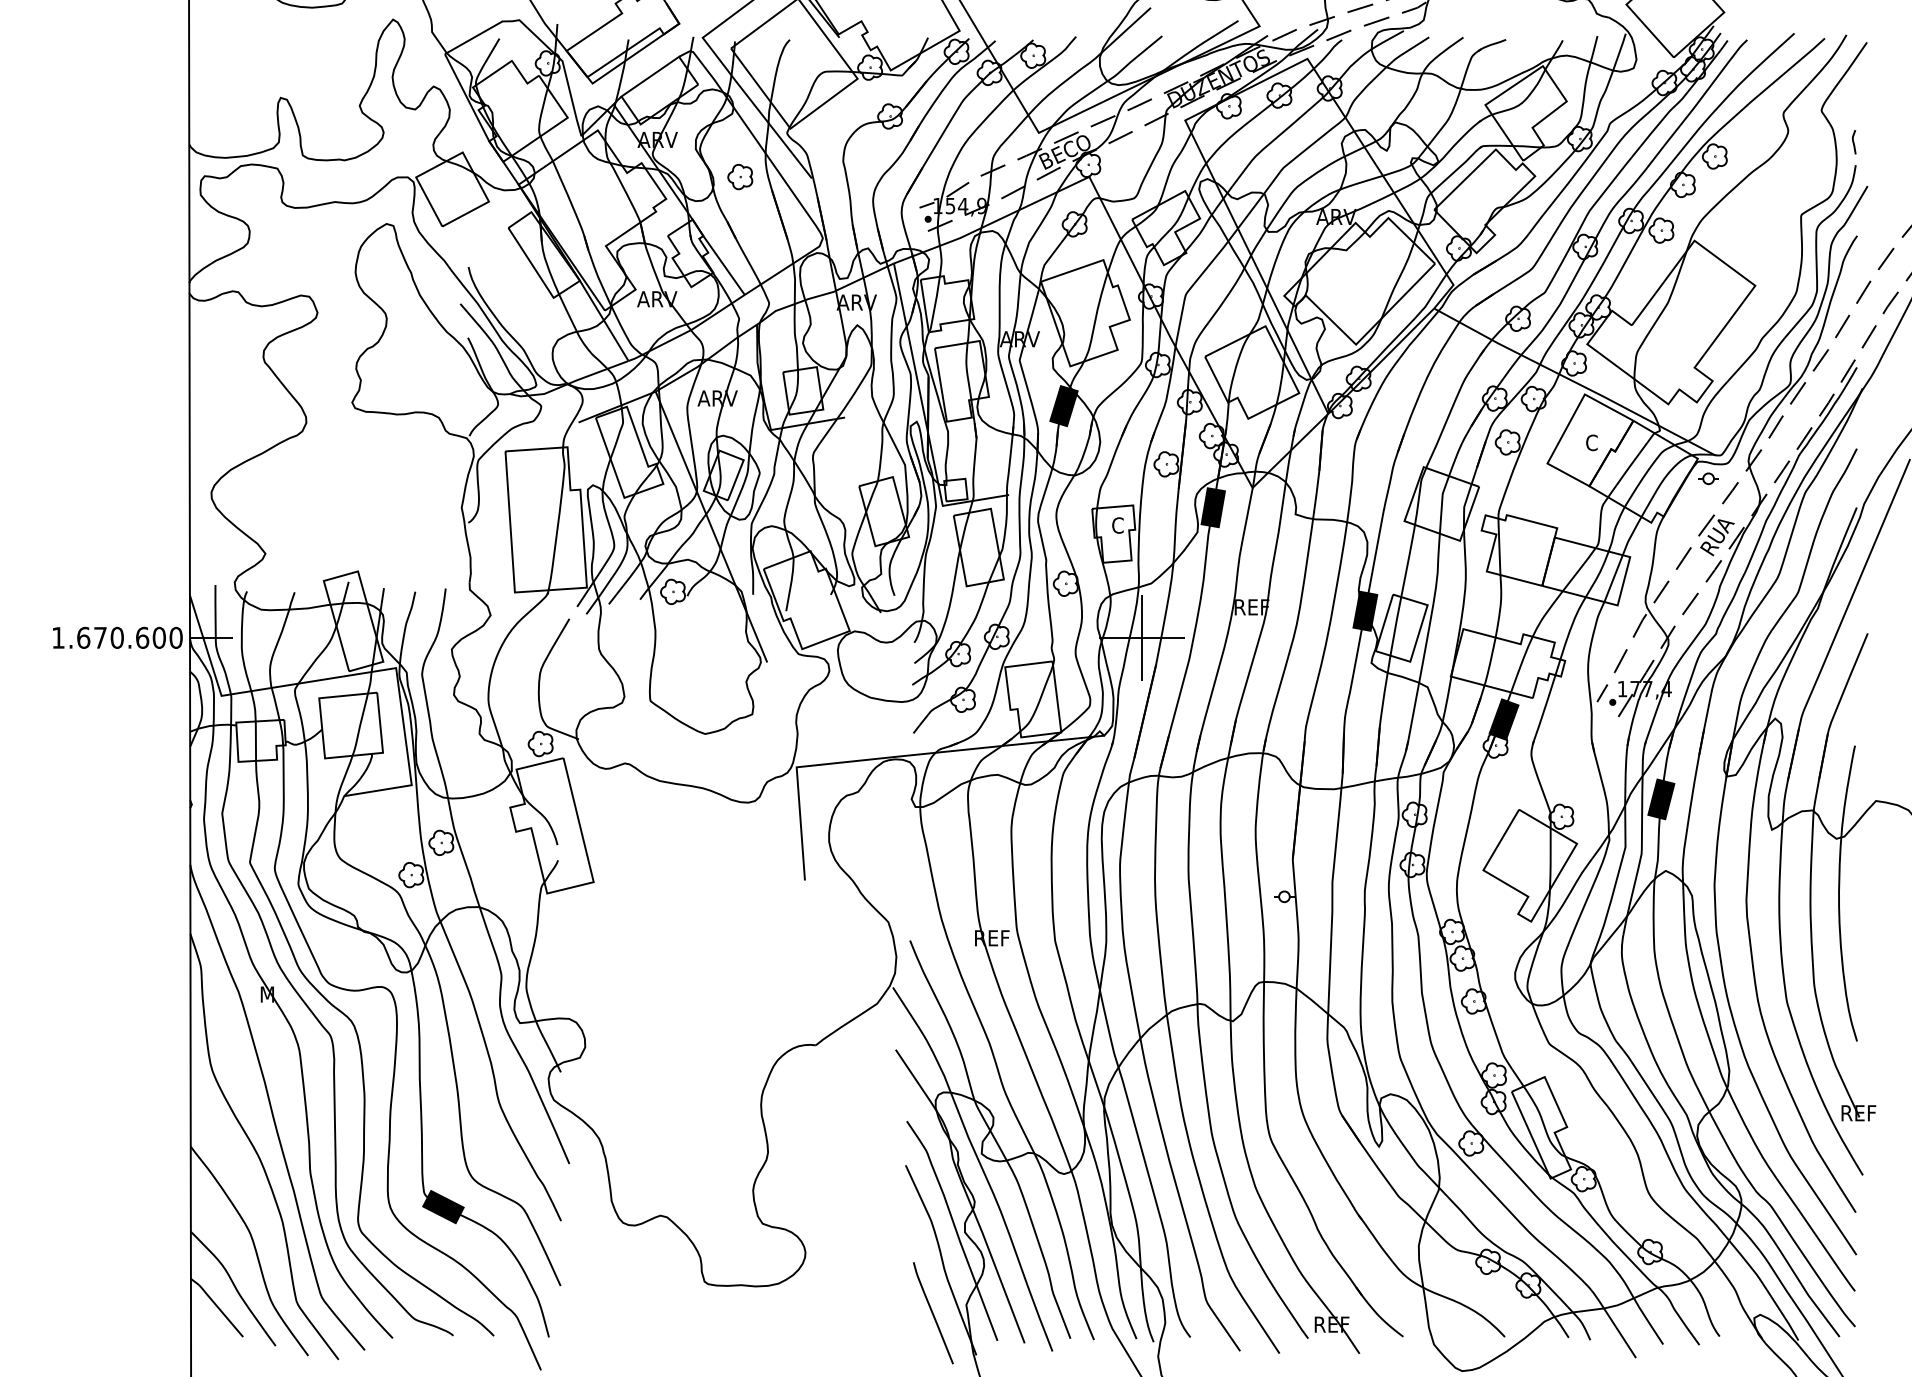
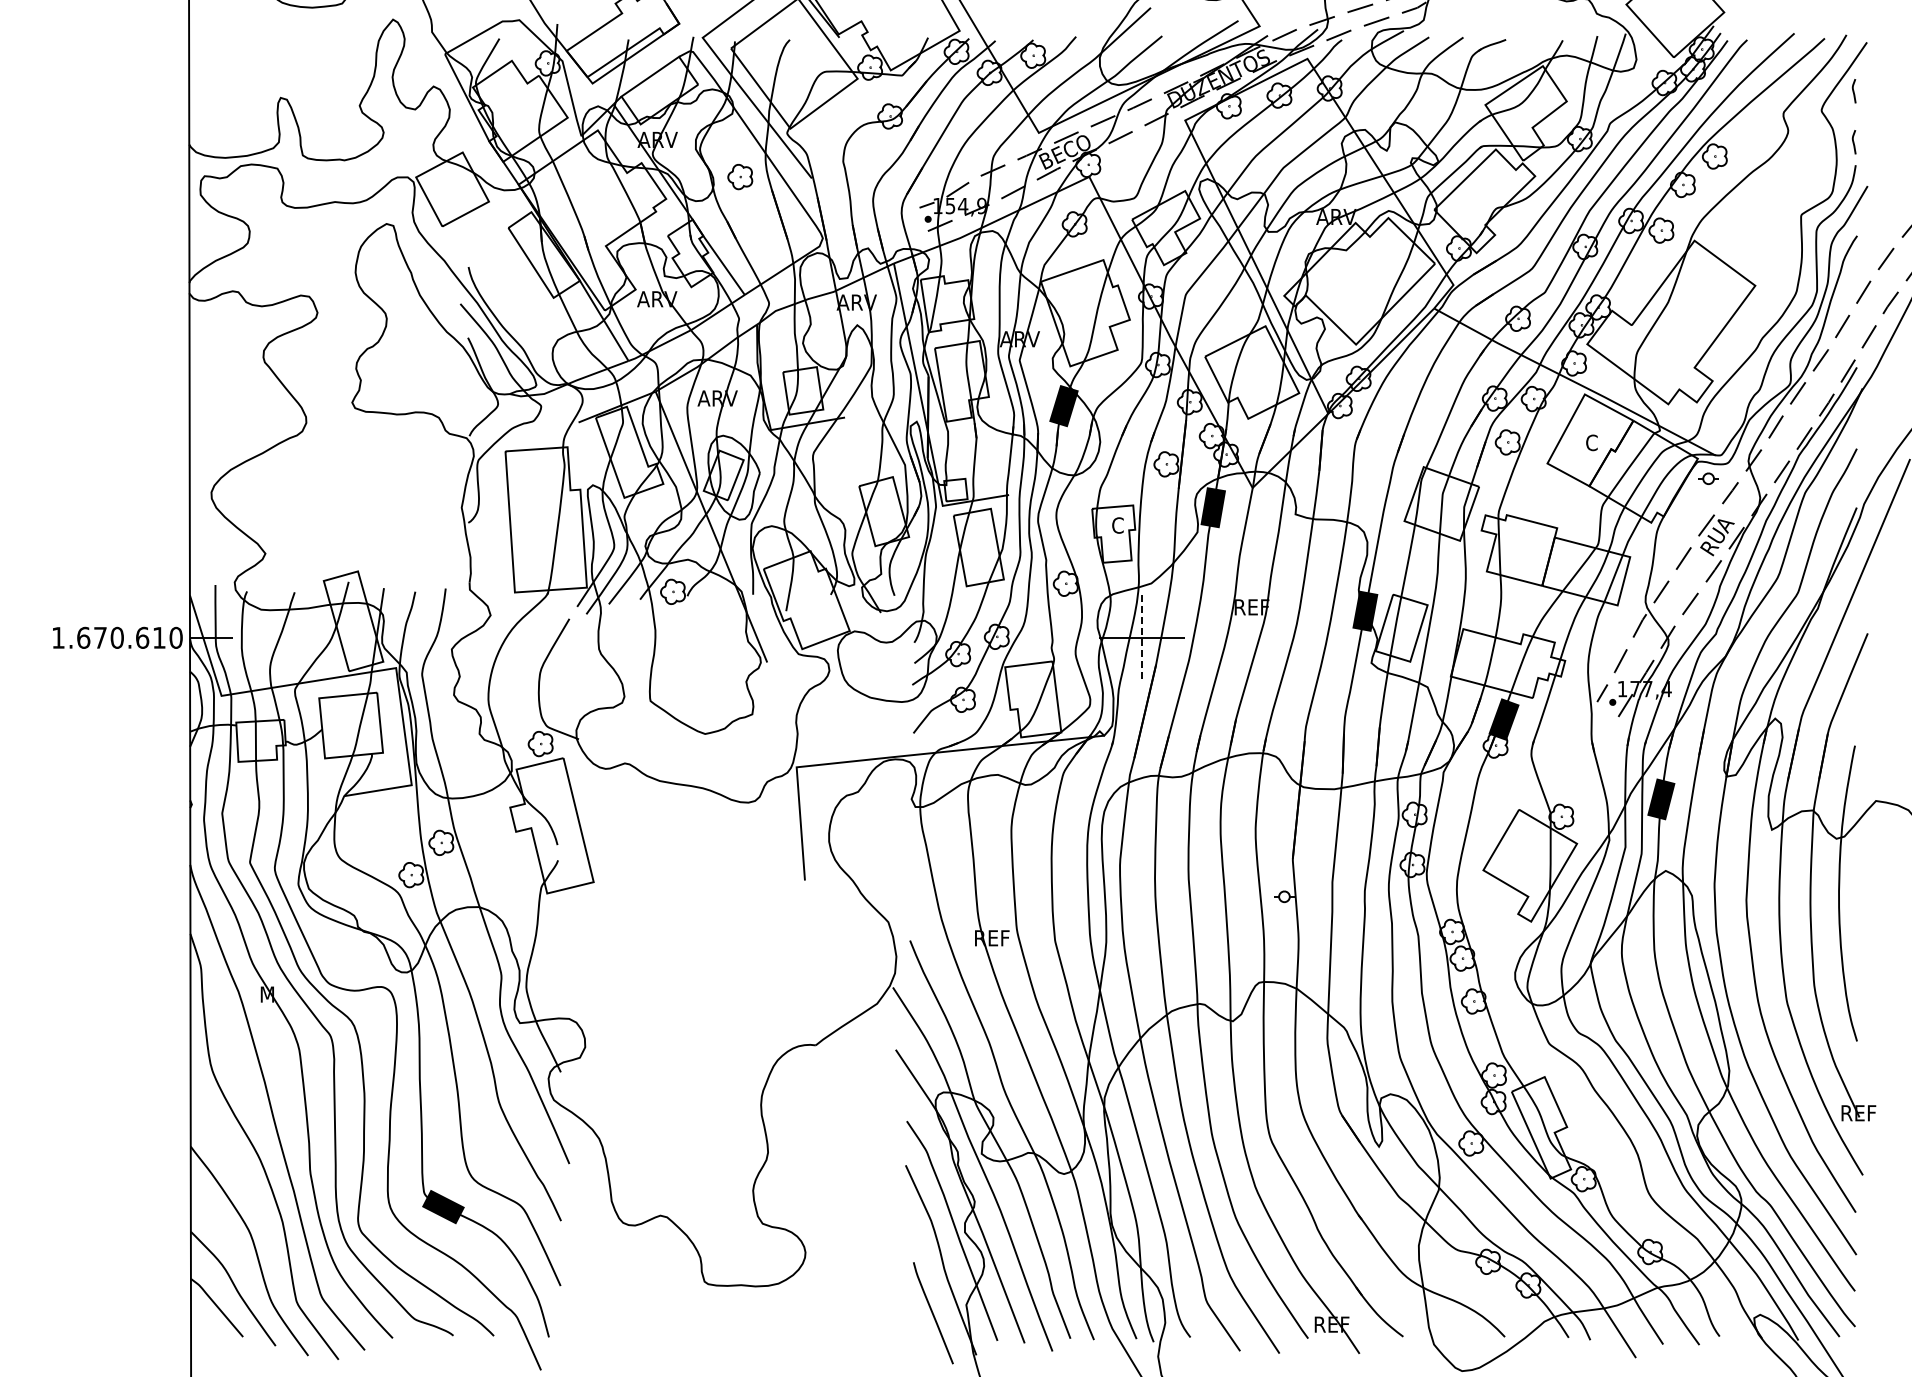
curve at (1853, 91): none -> present
text at (158, 637): 1.670.600 -> 1.670.610
line at (1141, 637): solid -> dashed
